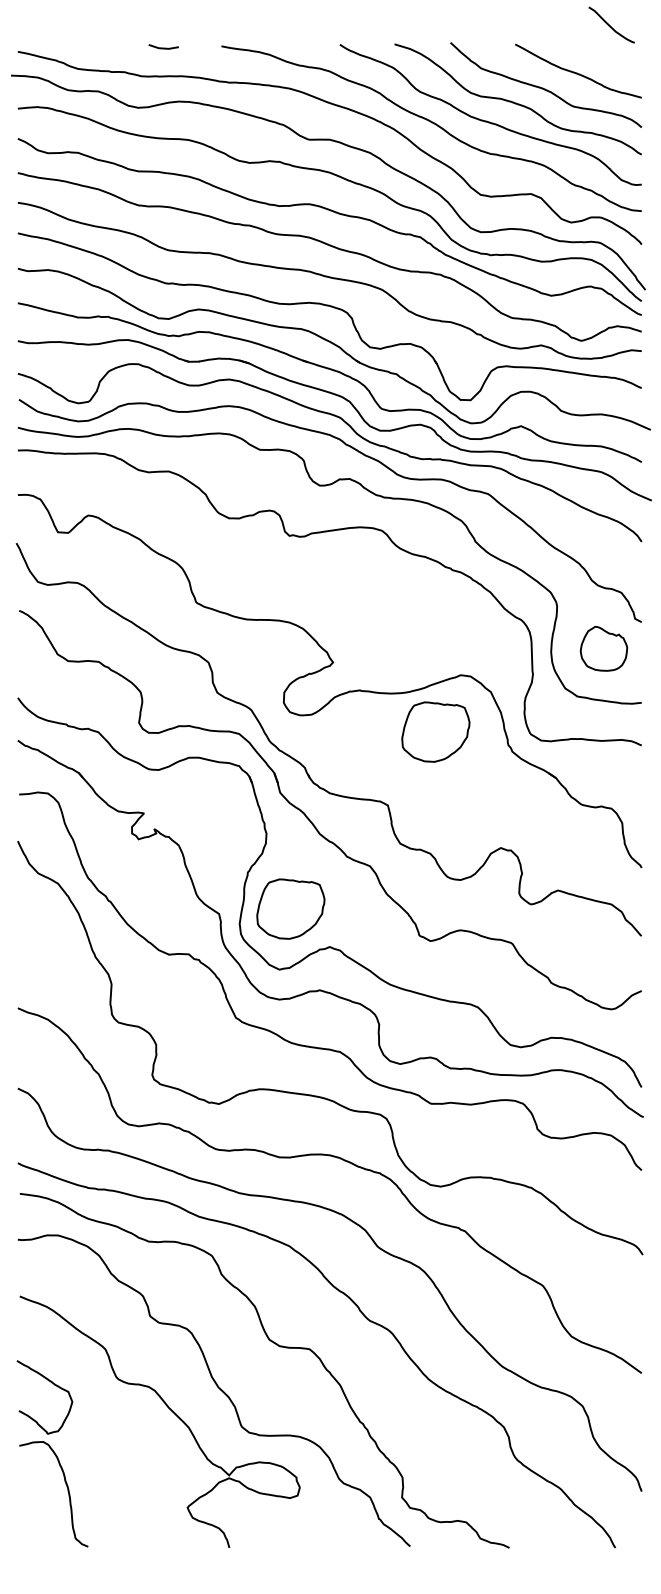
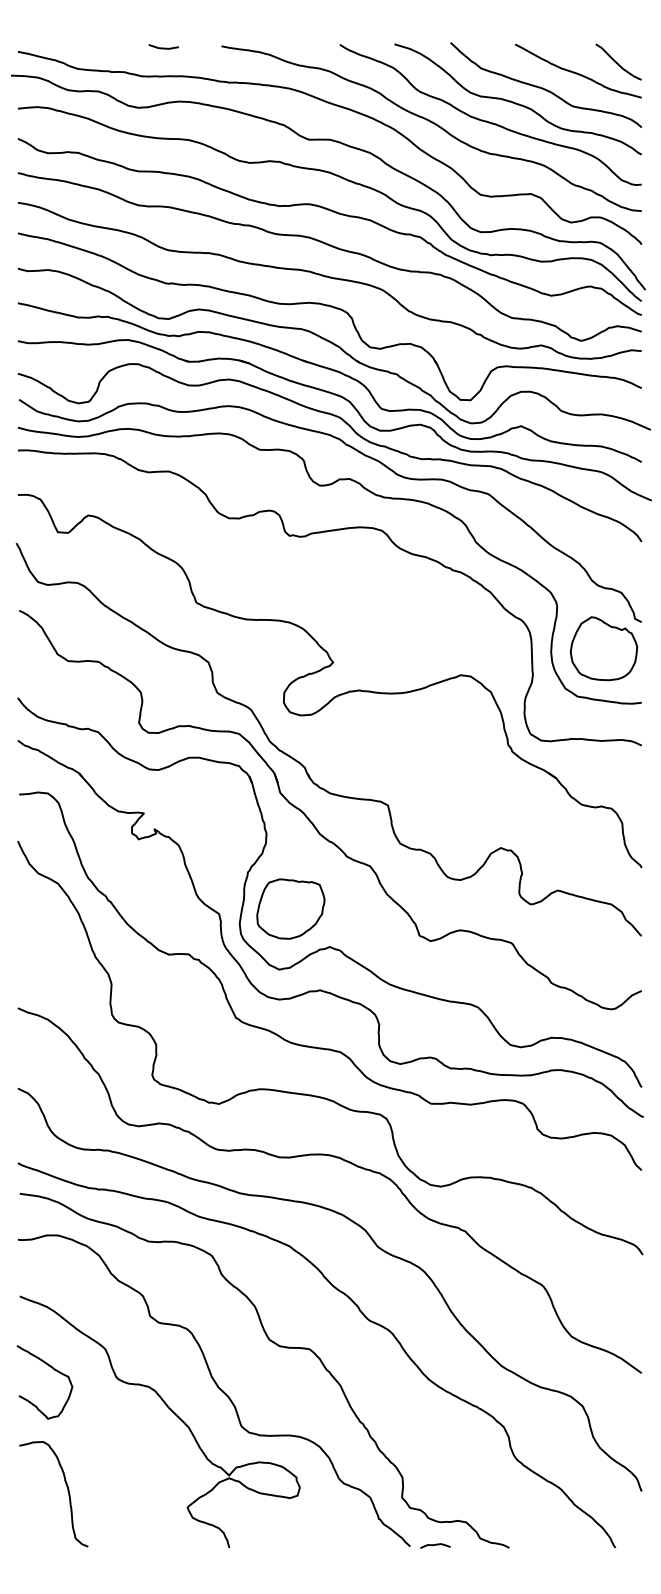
curve at (610, 25) position: (610, 25) -> (617, 62)
part at (603, 648) size: 50x47 px -> 70x66 px
part at (435, 731): present -> none
curve at (54, 1385) position: (54, 1385) -> (54, 1370)
curve at (435, 1545): none -> present
